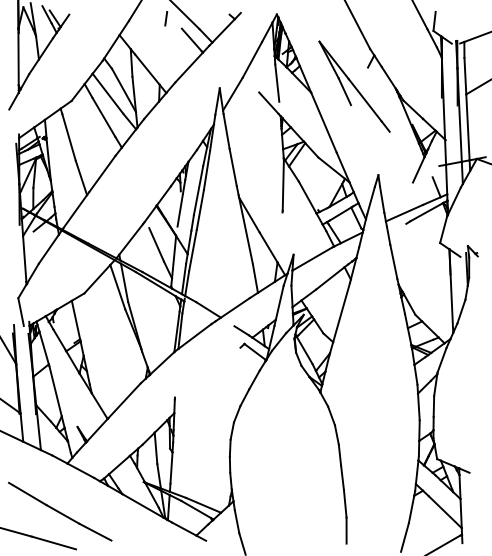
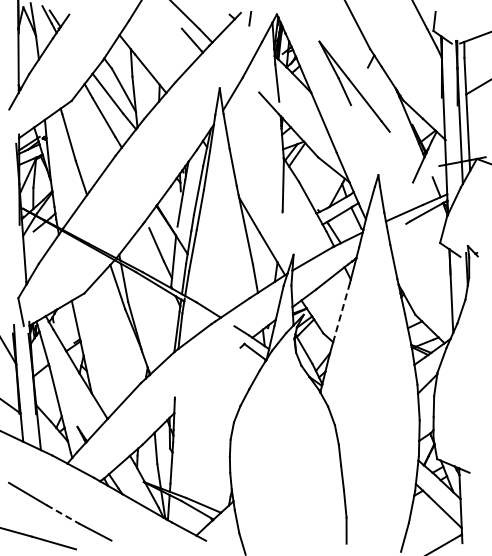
line at (166, 18) position: (166, 18) -> (250, 18)
line at (341, 312): solid -> dashed
line at (62, 514): solid -> dashed
